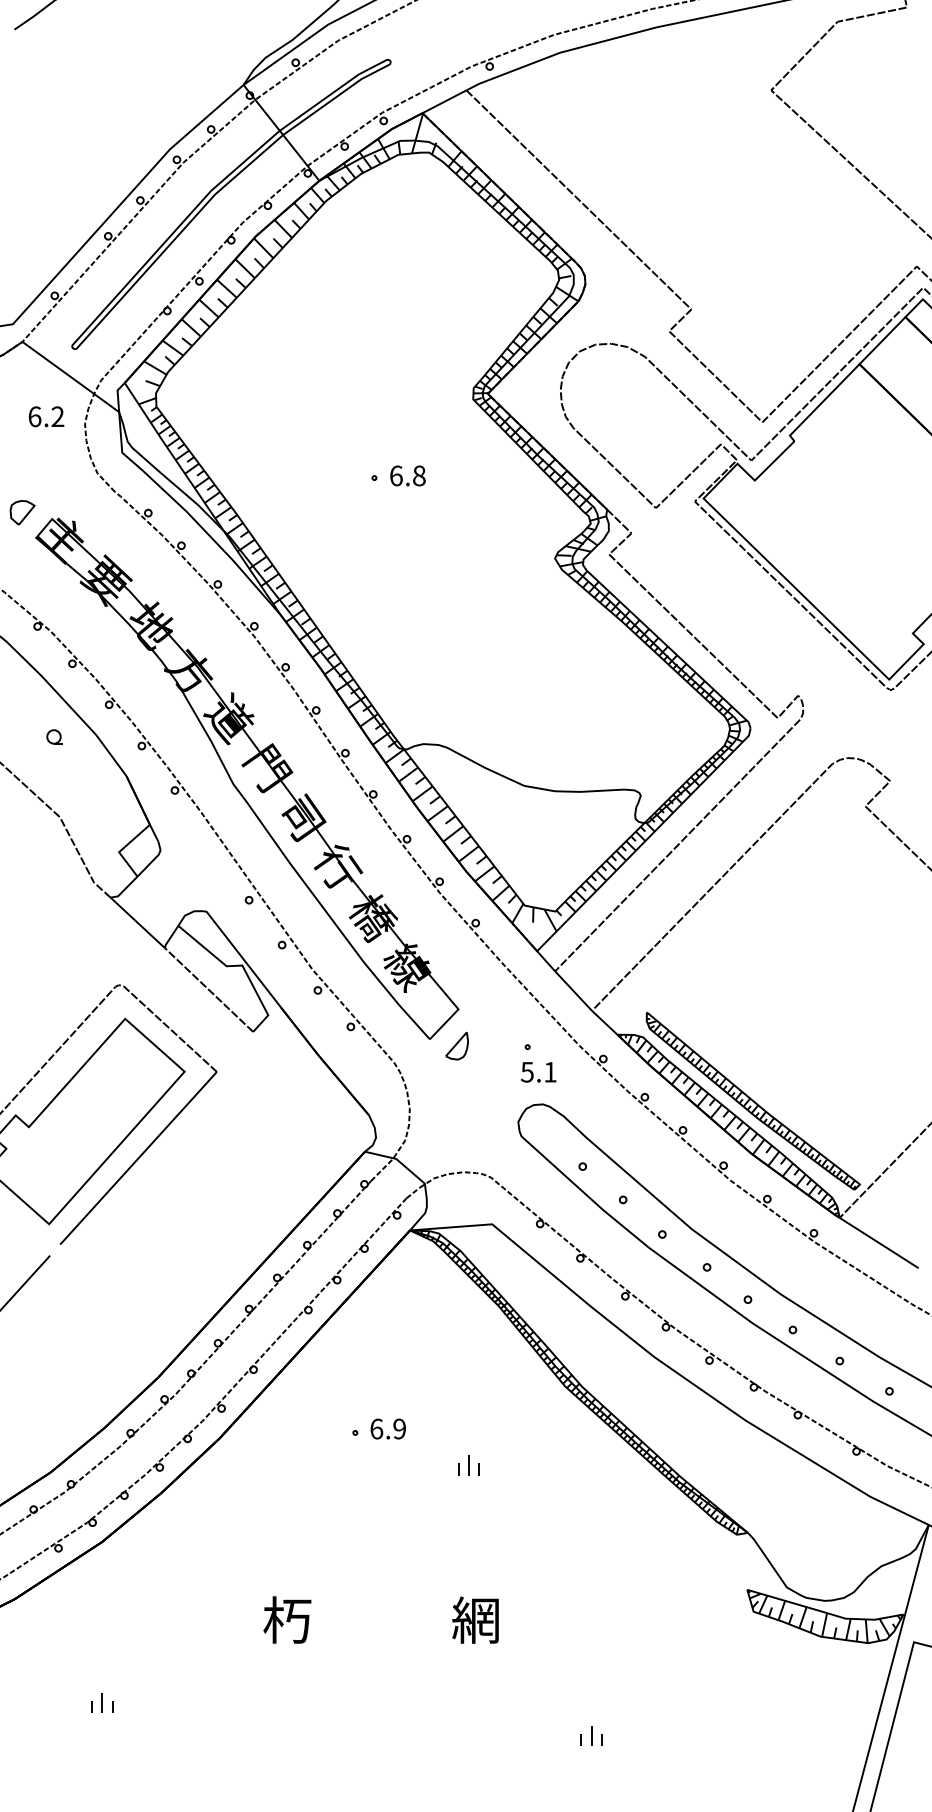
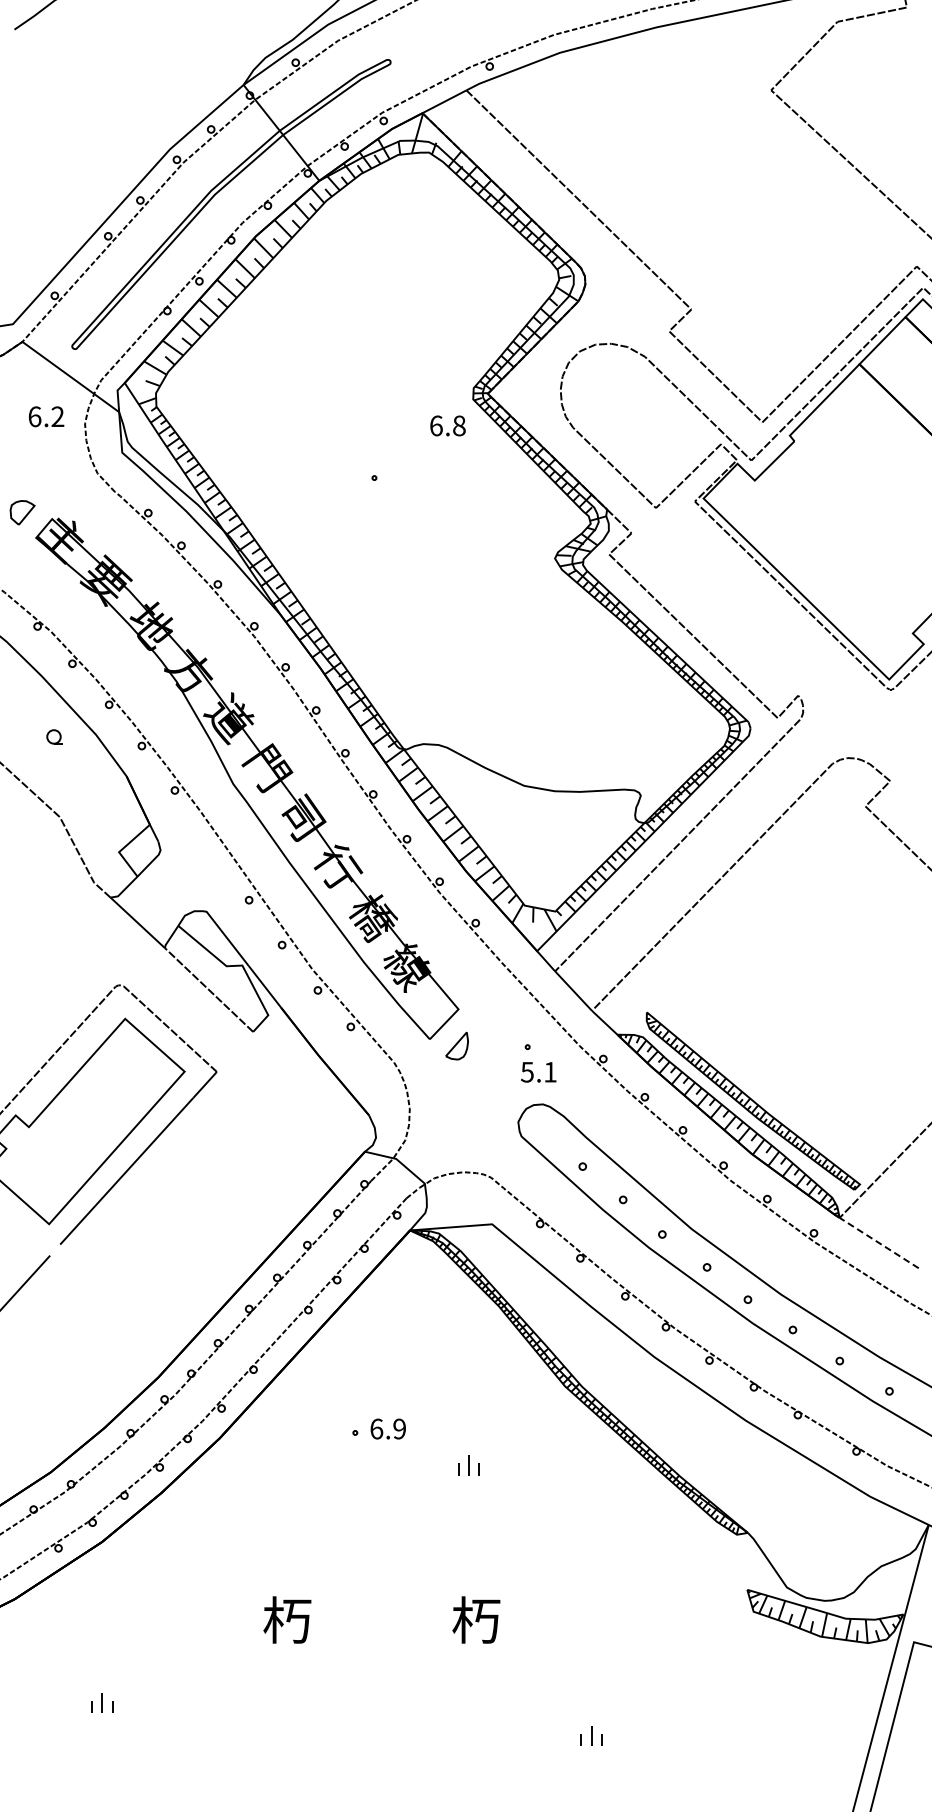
text at (407, 475) position: (407, 475) -> (447, 425)
line at (879, 1243): solid -> dashed
text at (476, 1619): 網 -> 朽
